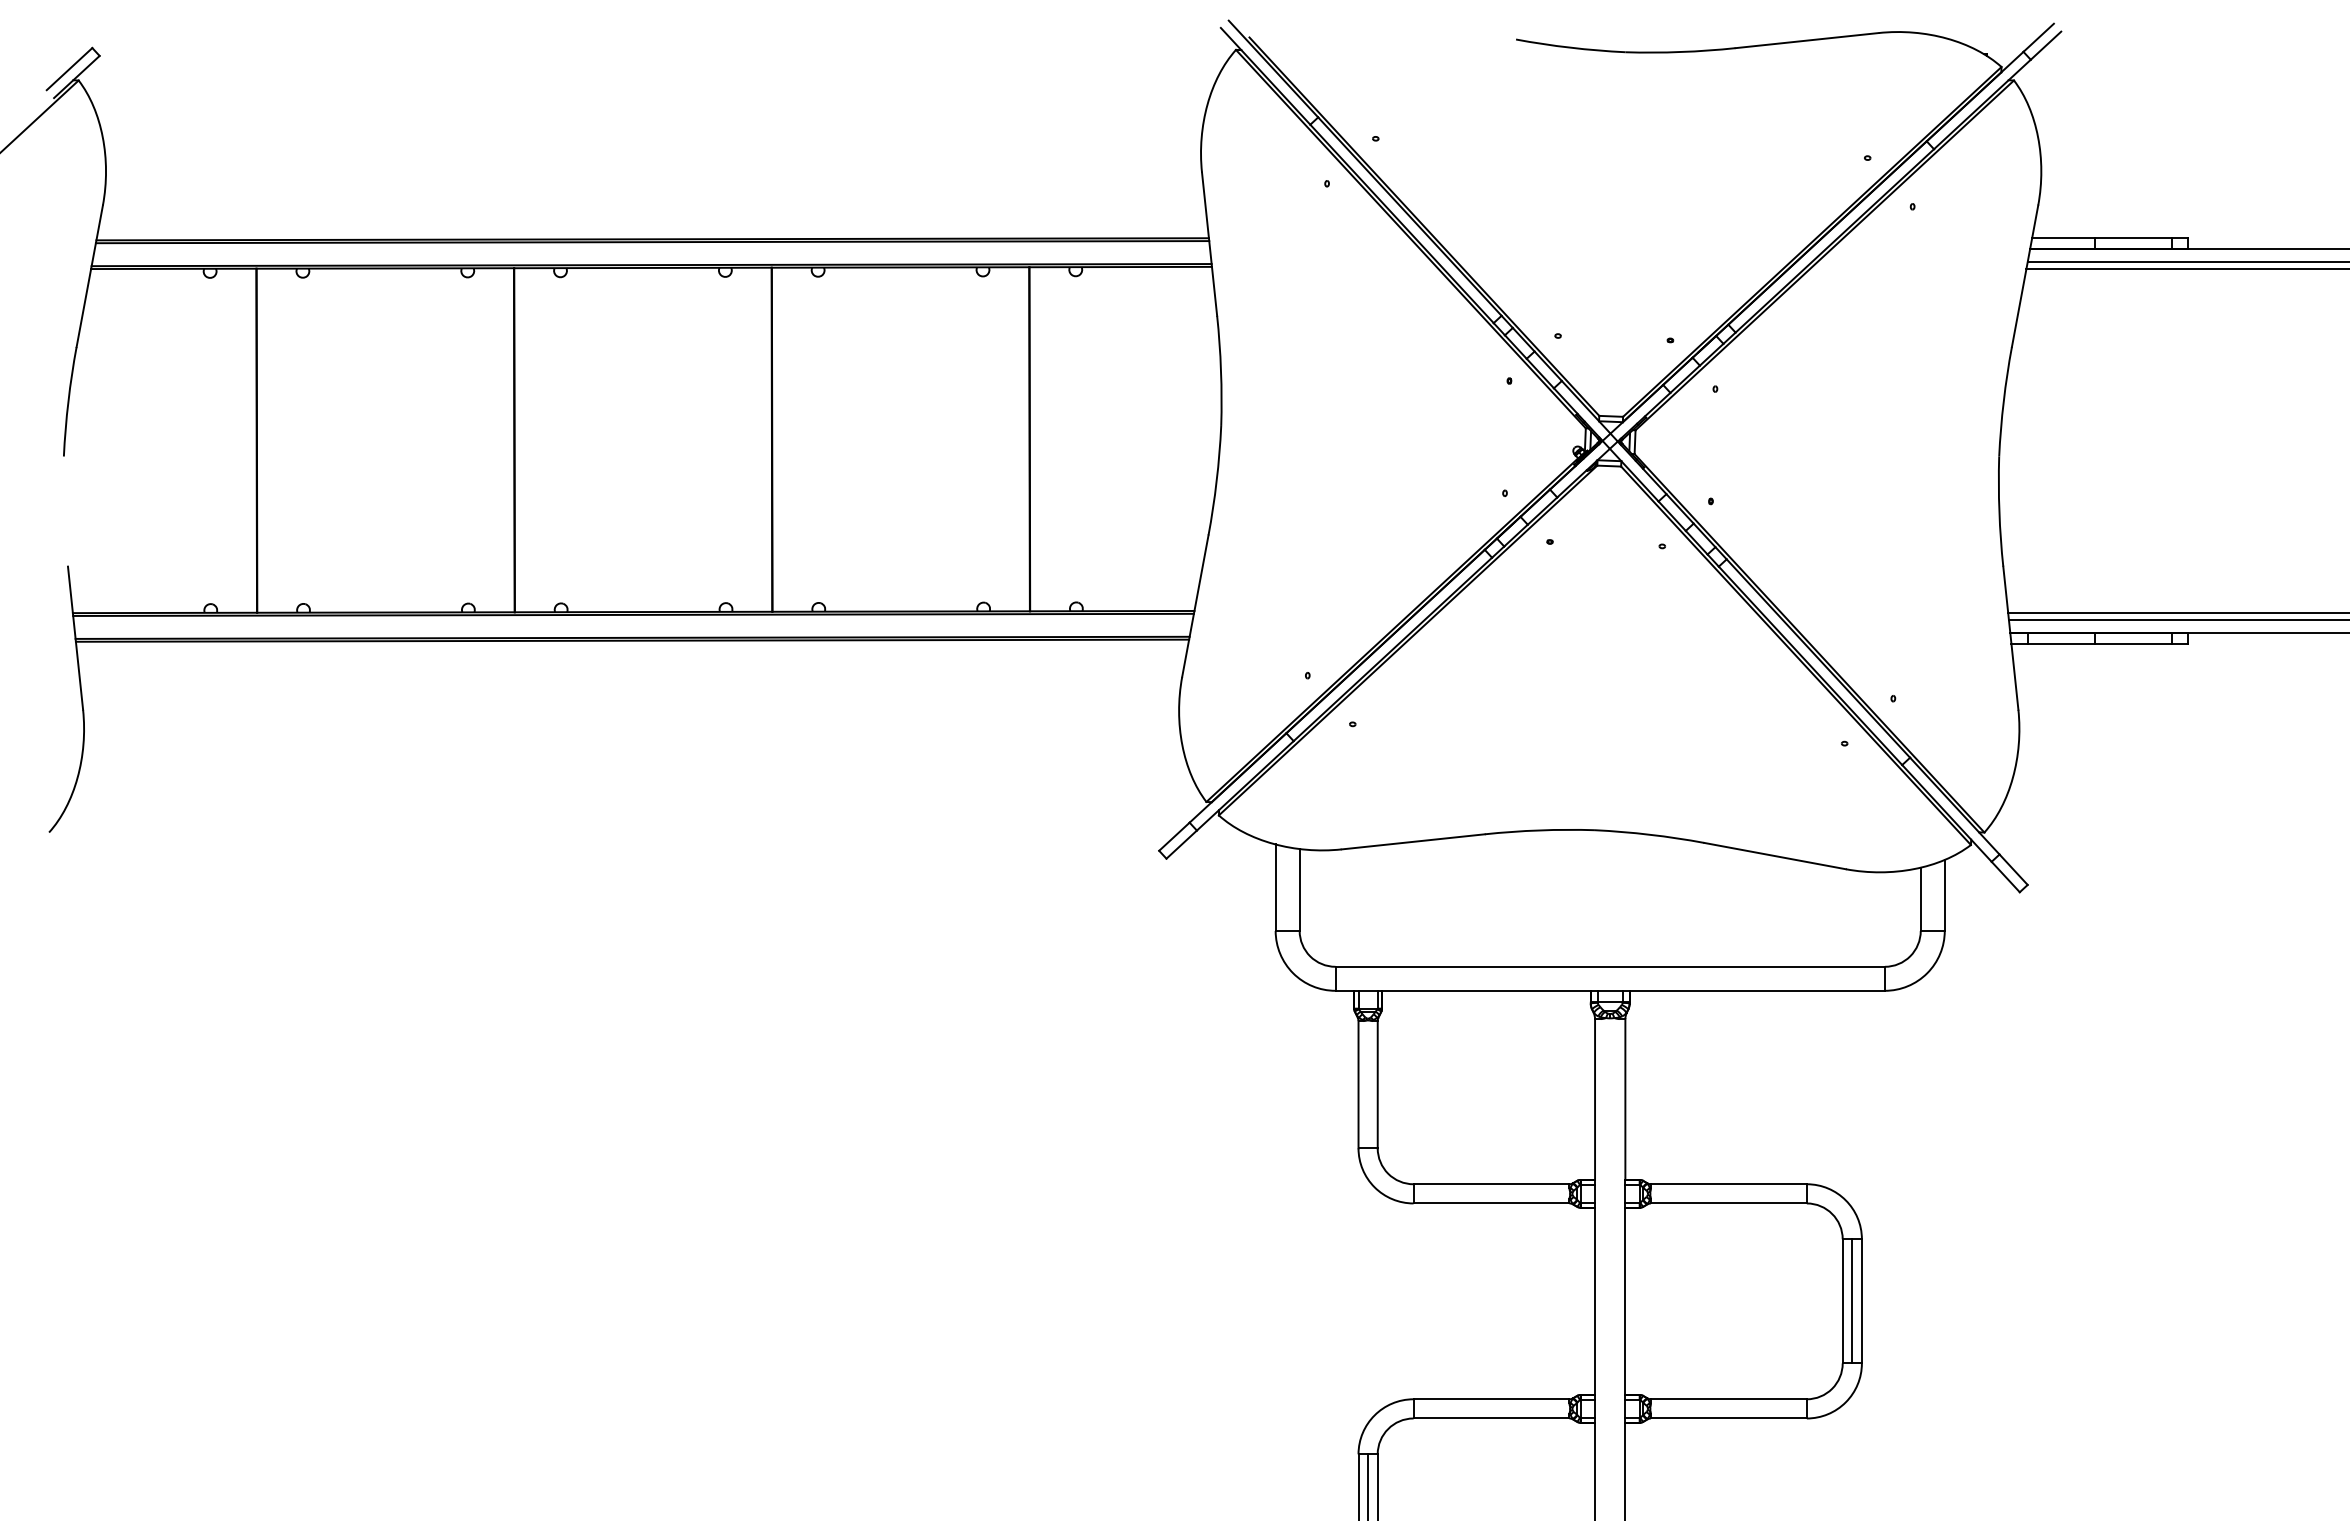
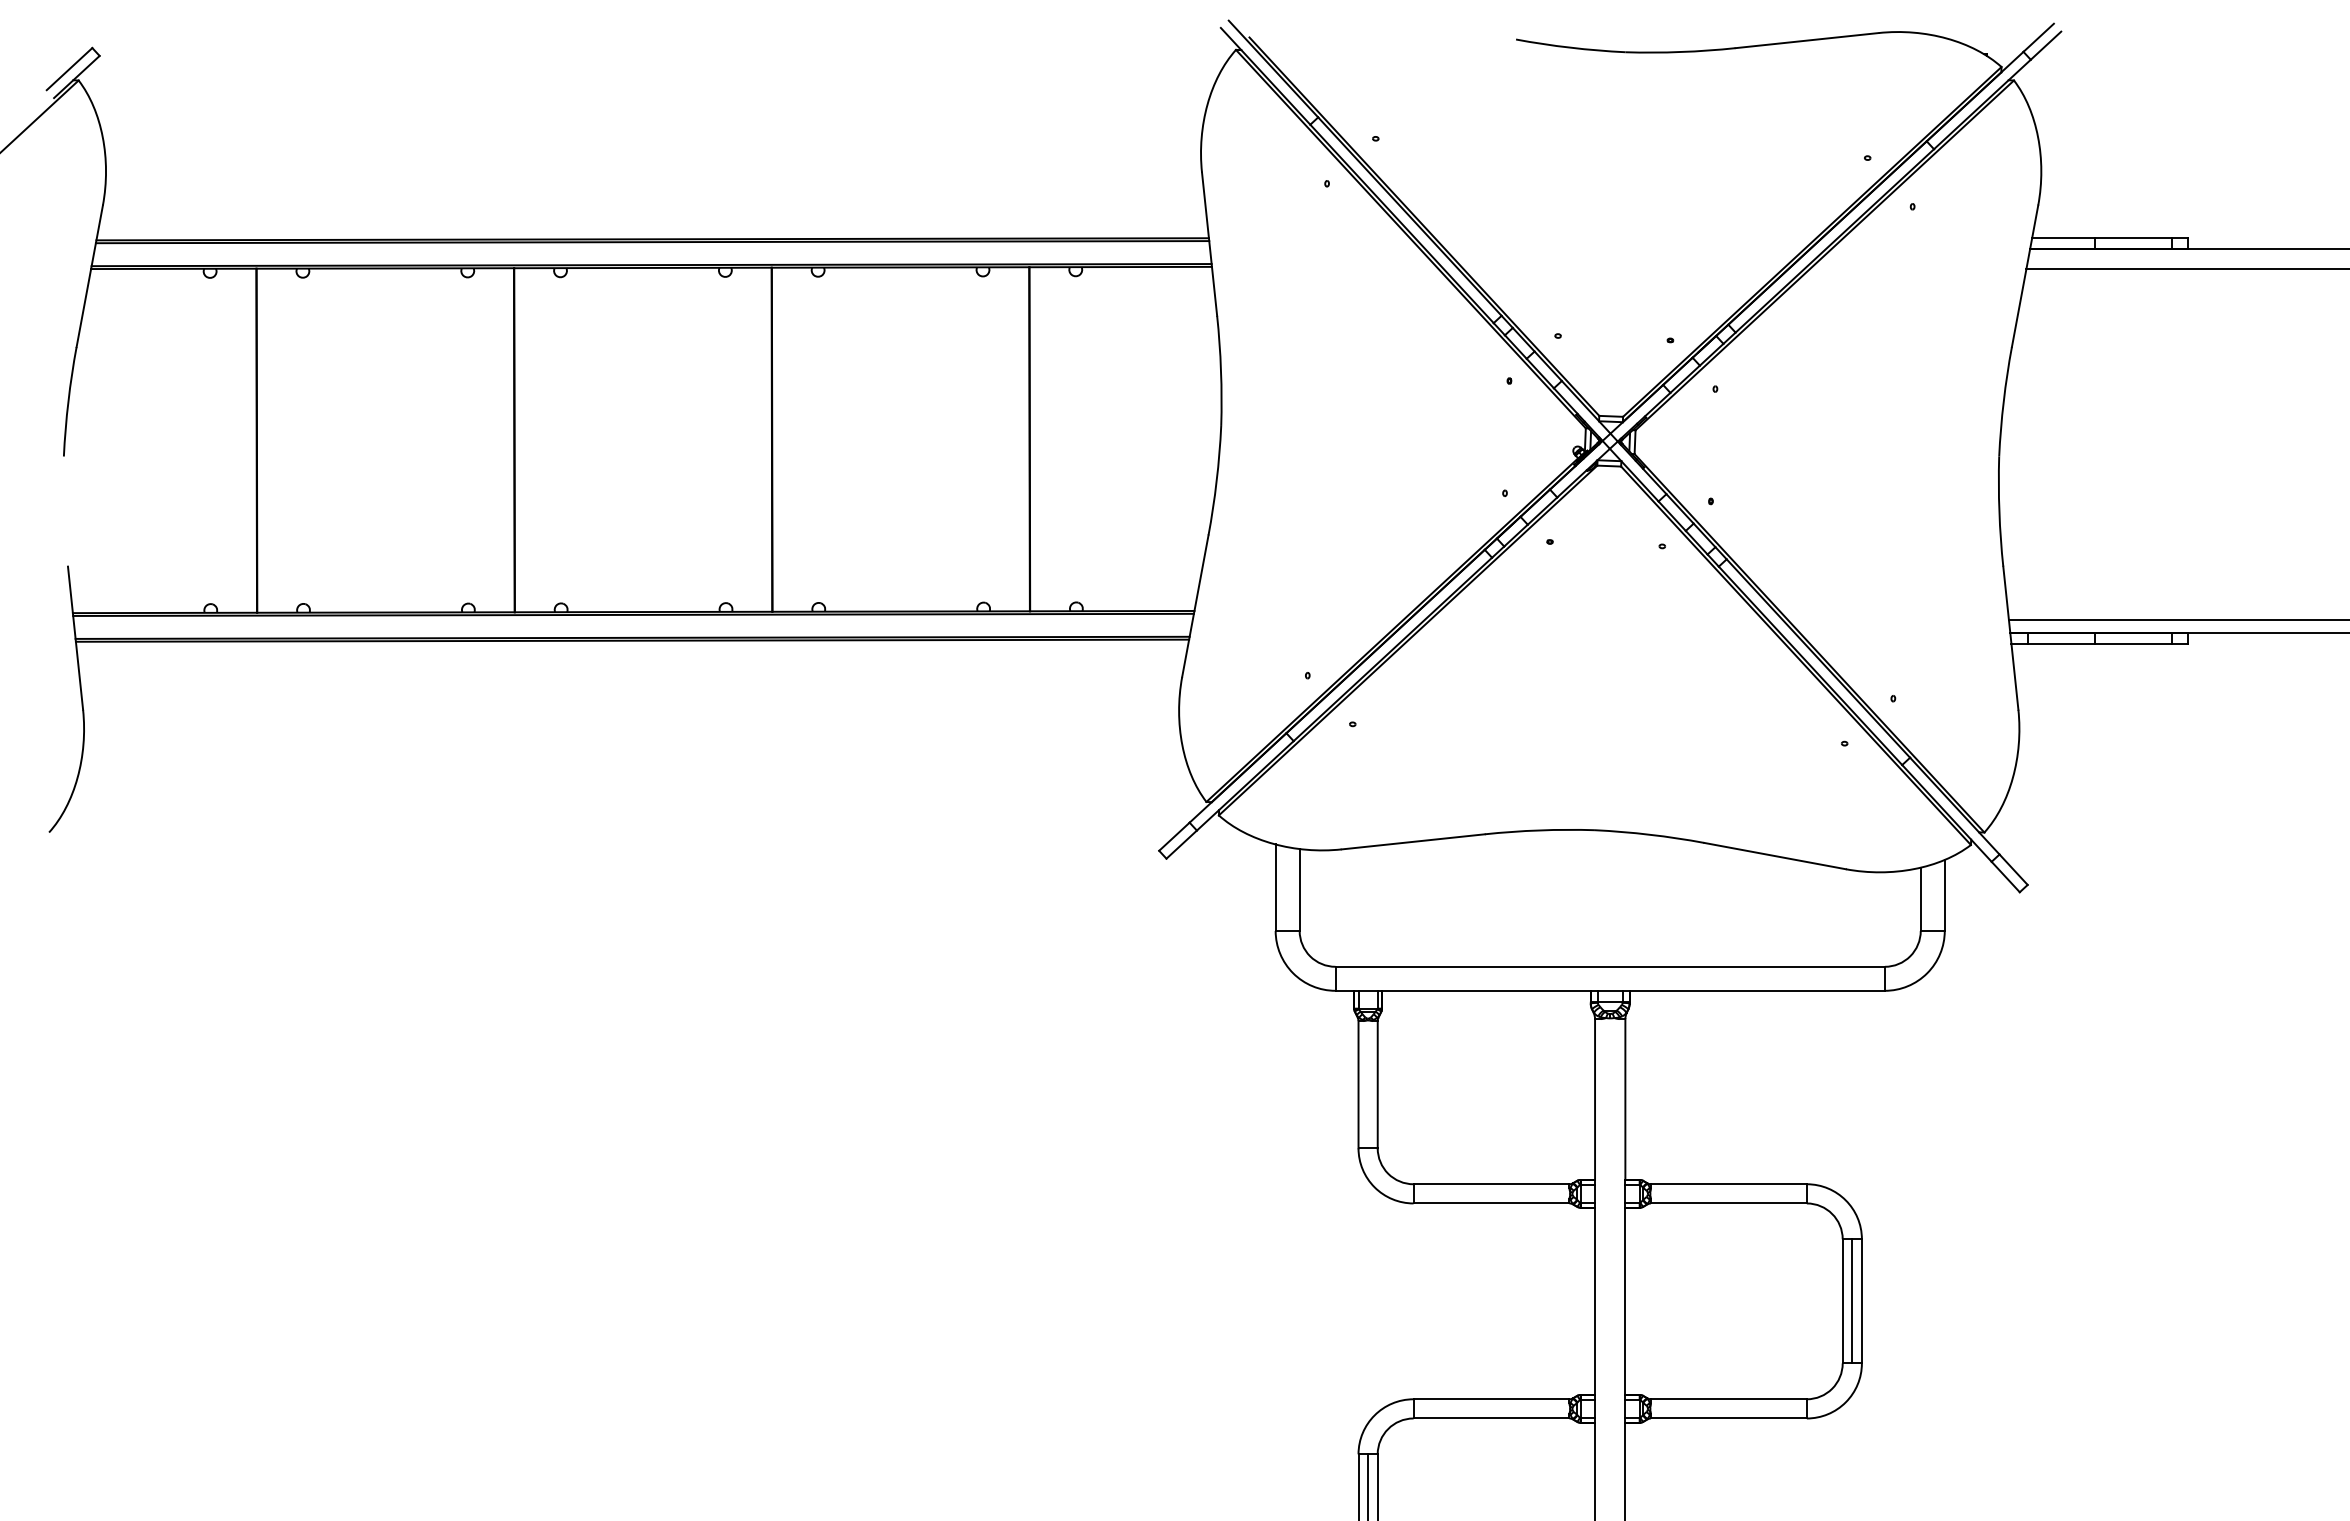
line at (2186, 262): present -> none
line at (2177, 613): present -> none
